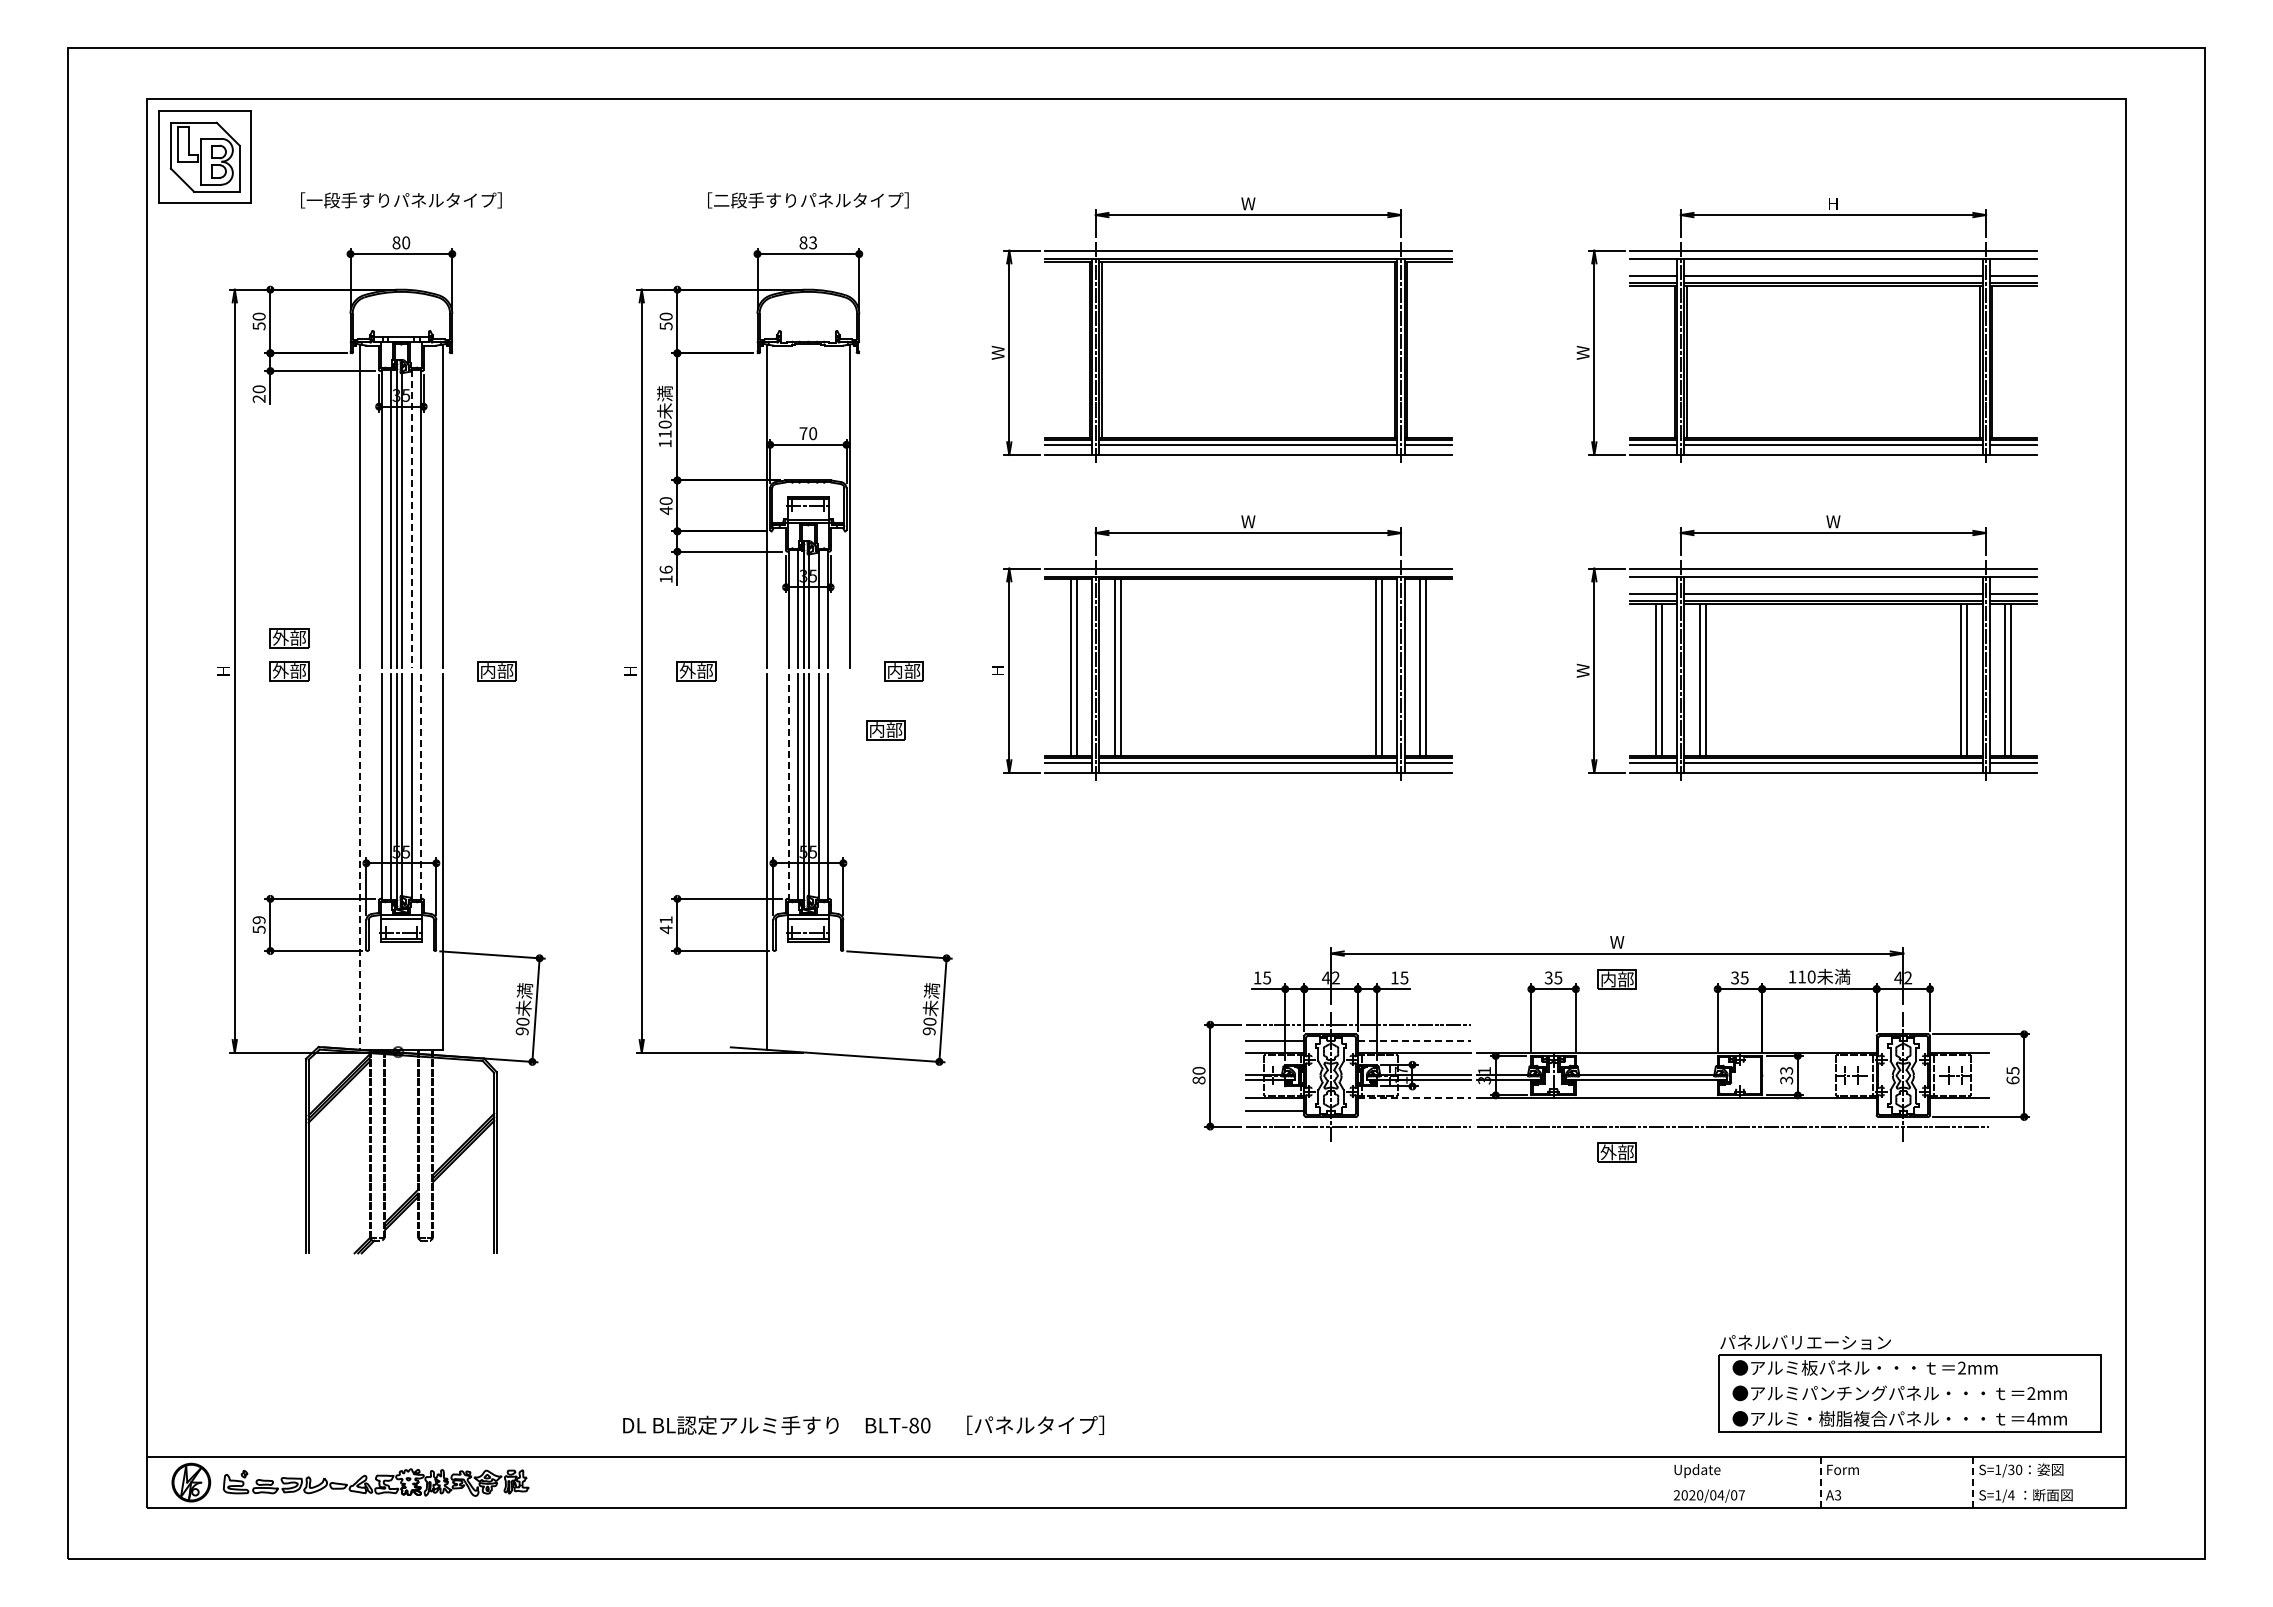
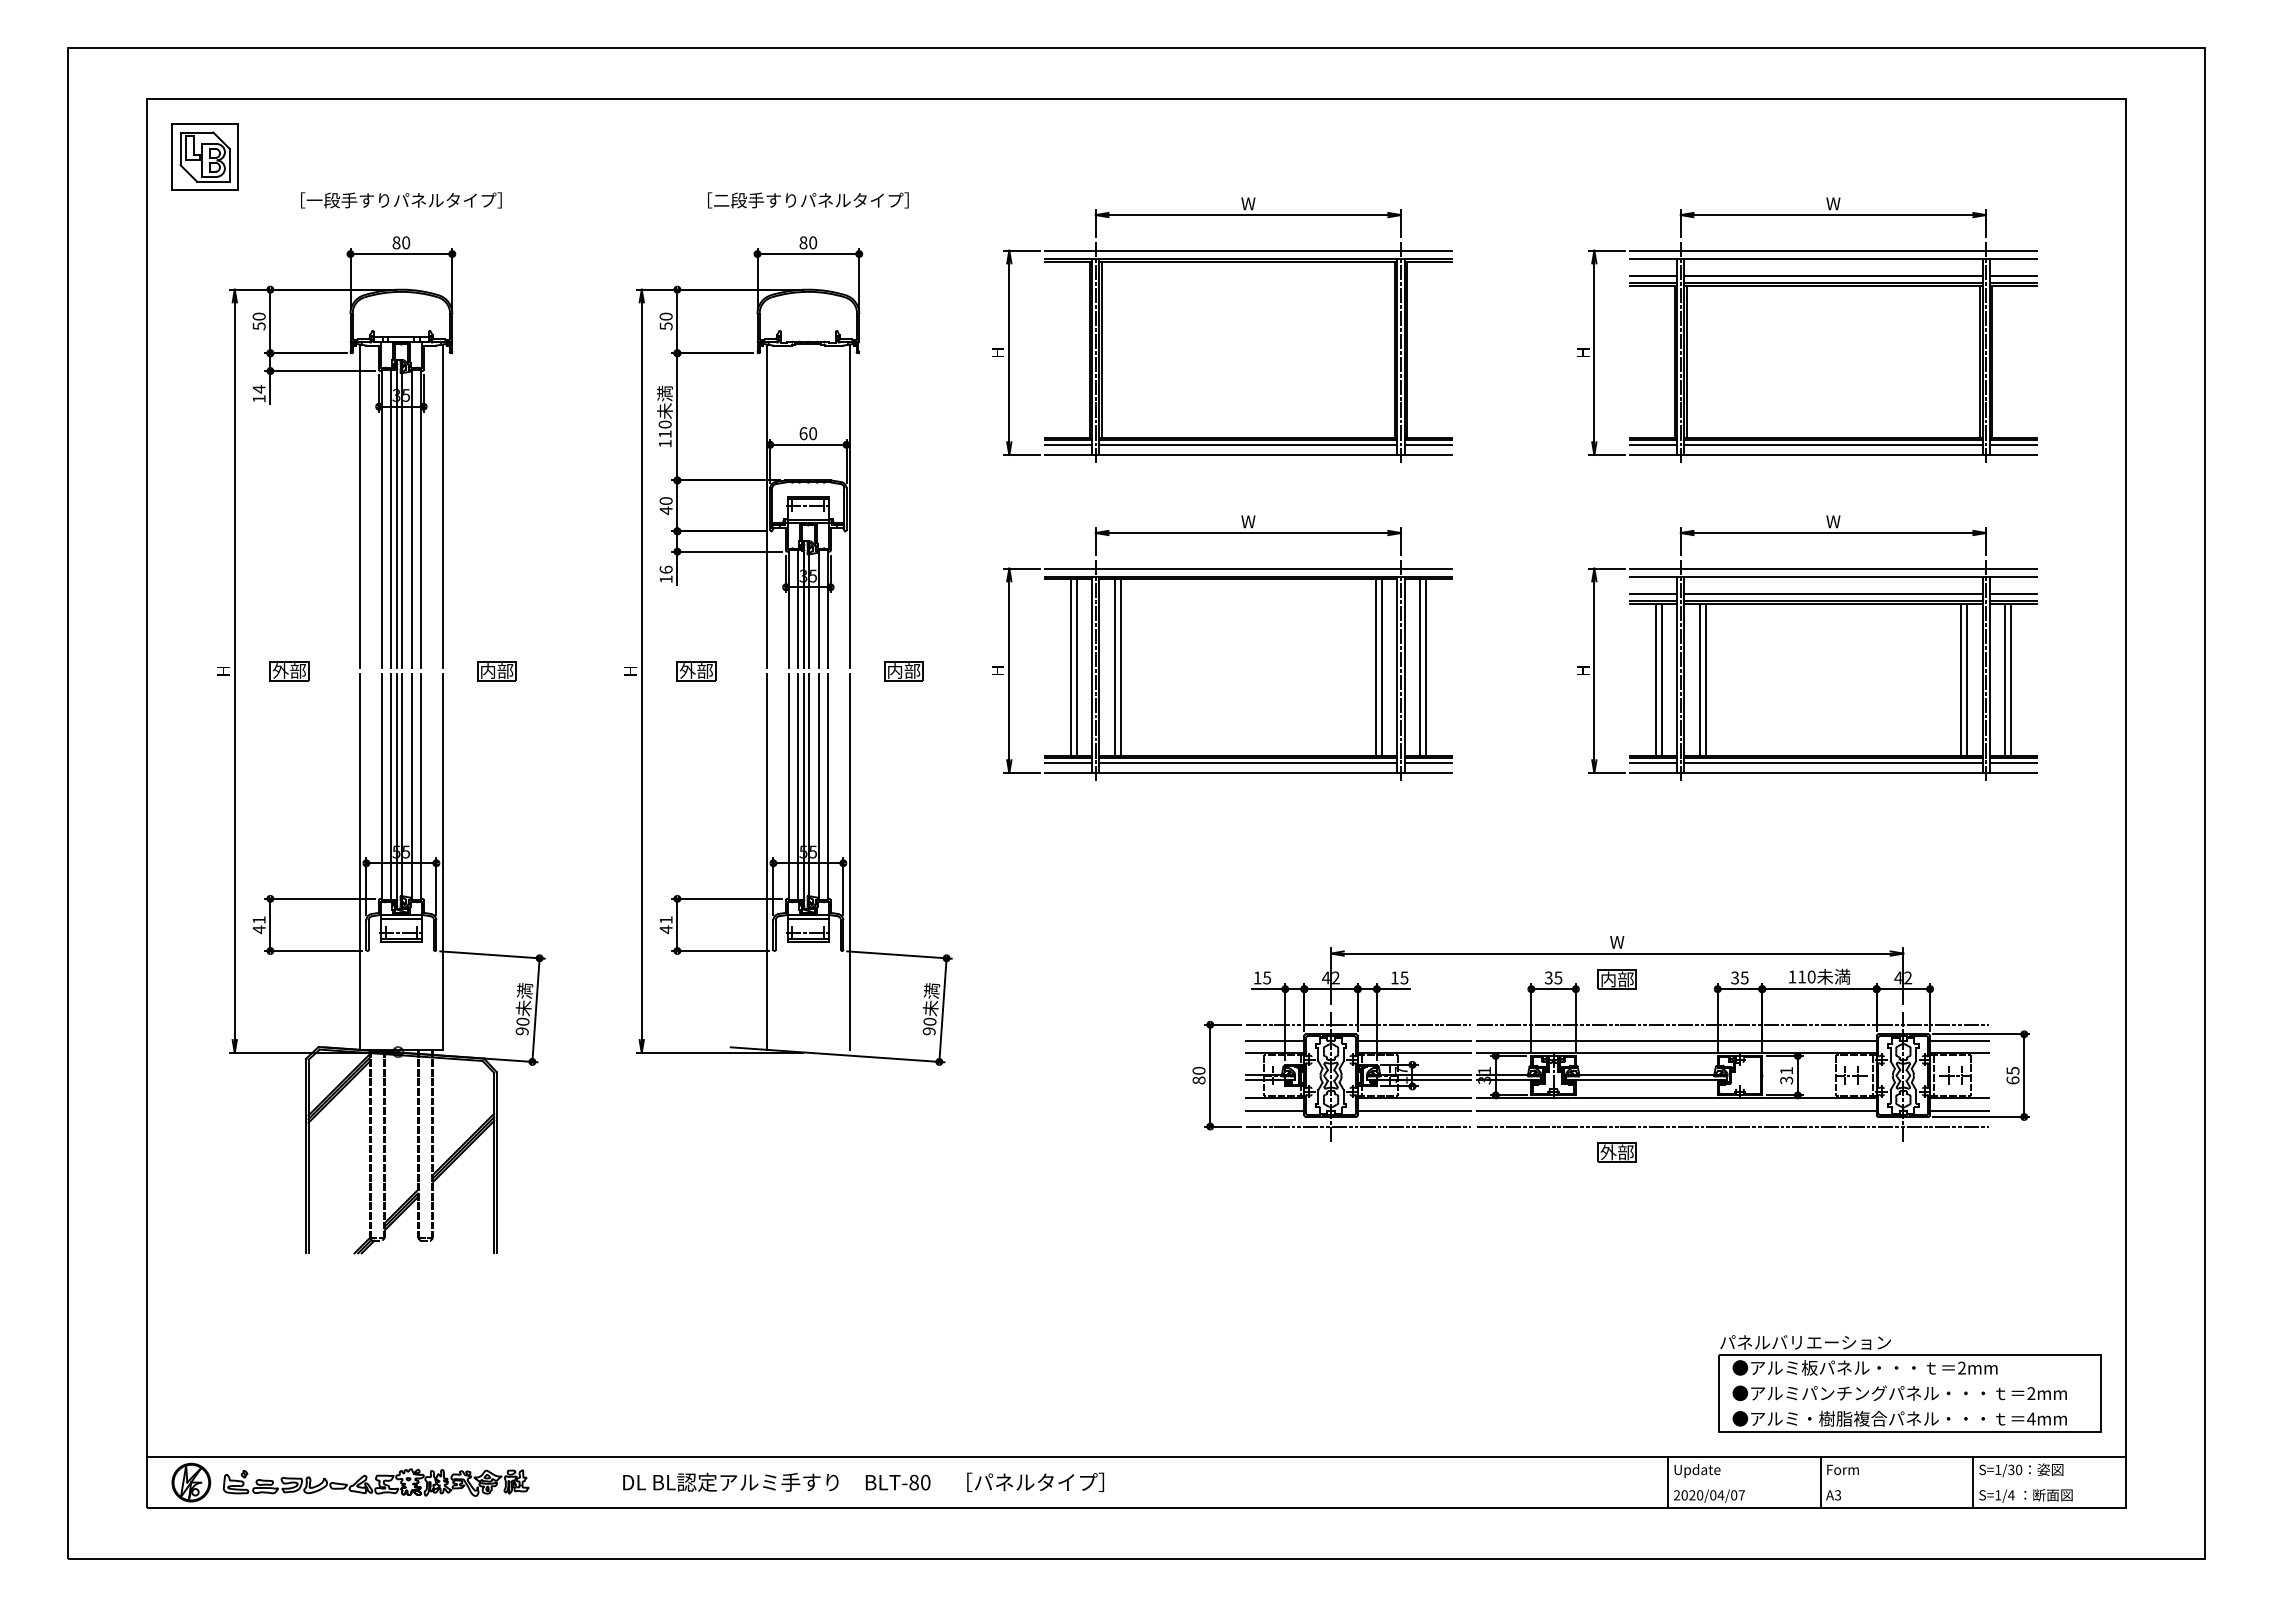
part at (204, 156) size: 94x94 px -> 68x68 px
text at (1833, 203): H -> W
text at (813, 242): 83 -> 80
text at (997, 352): W -> H
text at (1582, 352): W -> H
text at (258, 393): 20 -> 14
text at (803, 433): 70 -> 60
line at (412, 519): dashed -> solid
part at (289, 638): present -> none
text at (1582, 670): W -> H
part at (885, 730): present -> none
line at (421, 787): dashed -> solid
line at (788, 787): dashed -> solid
line at (849, 861): none -> present
line at (360, 862): dashed -> solid
text at (258, 925): 59 -> 41
line at (1732, 1024): none -> present
line at (1414, 1040): dashed -> solid
line at (1676, 1040): none -> present
line at (1959, 1040): none -> present
text at (1786, 1070): 33 -> 31
line at (1414, 1097): dashed -> solid
line at (1413, 1110): none -> present
line at (1676, 1110): none -> present
line at (1959, 1110): none -> present
text at (863, 1424) position: (863, 1424) -> (863, 1481)
line at (1668, 1482): none -> present
line at (1820, 1483): dashed -> solid
line at (1973, 1483): dashed -> solid
